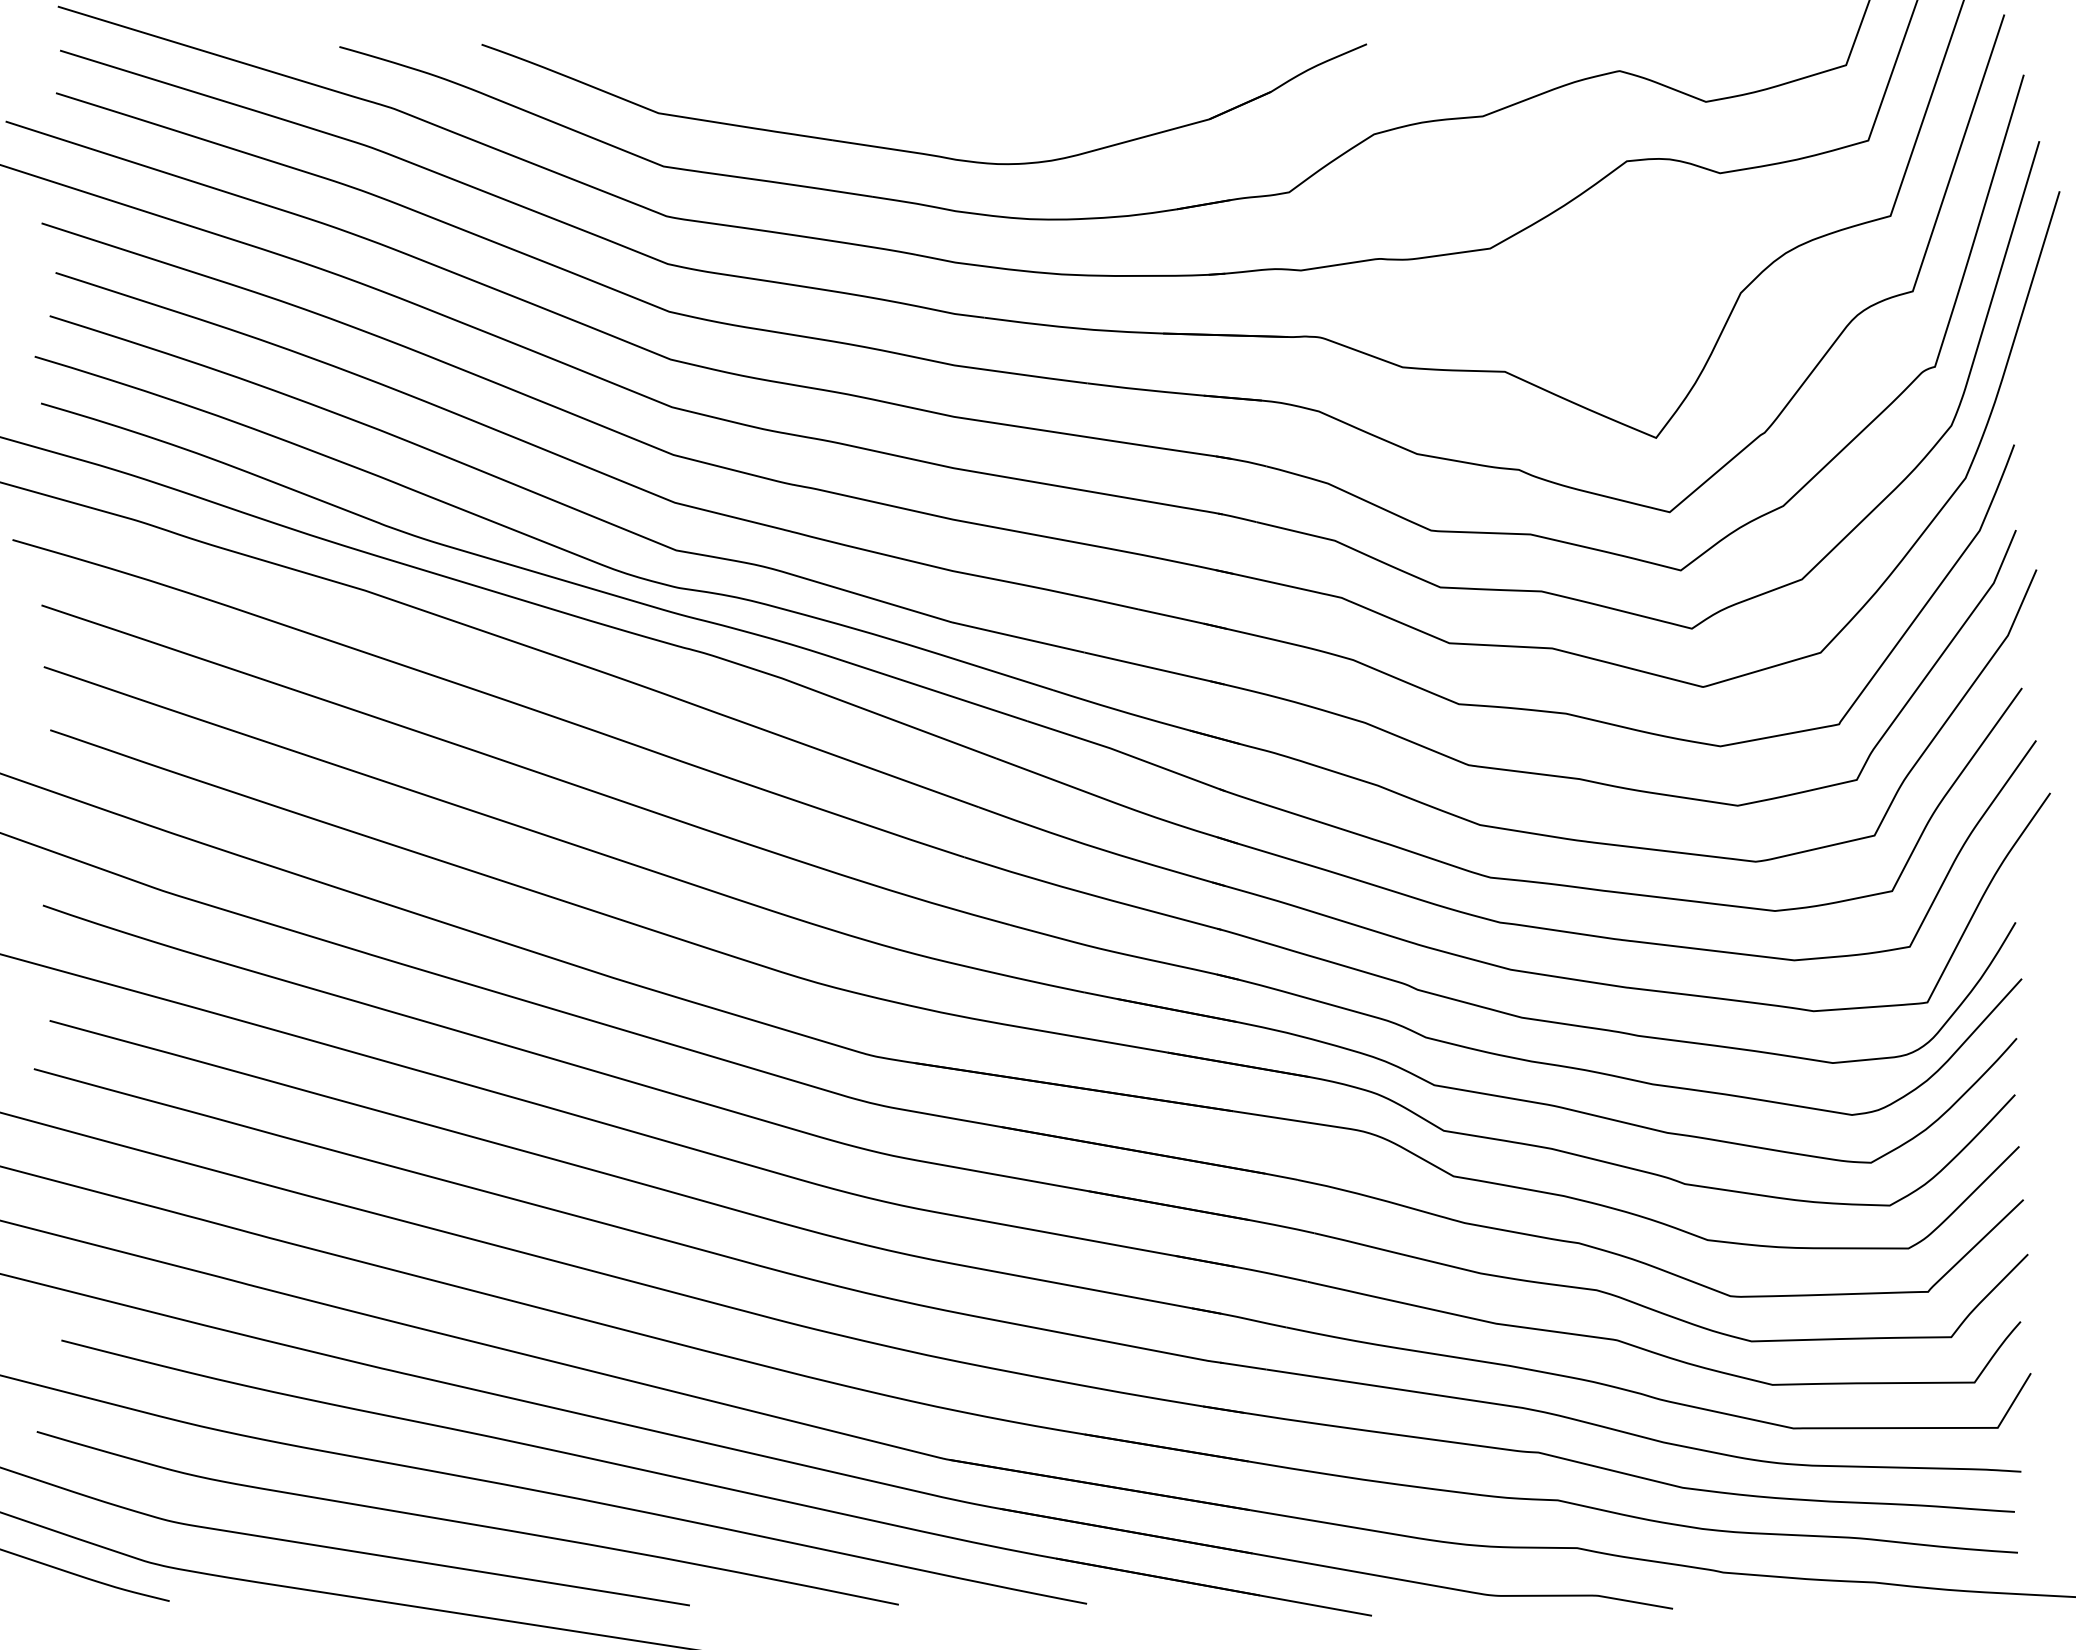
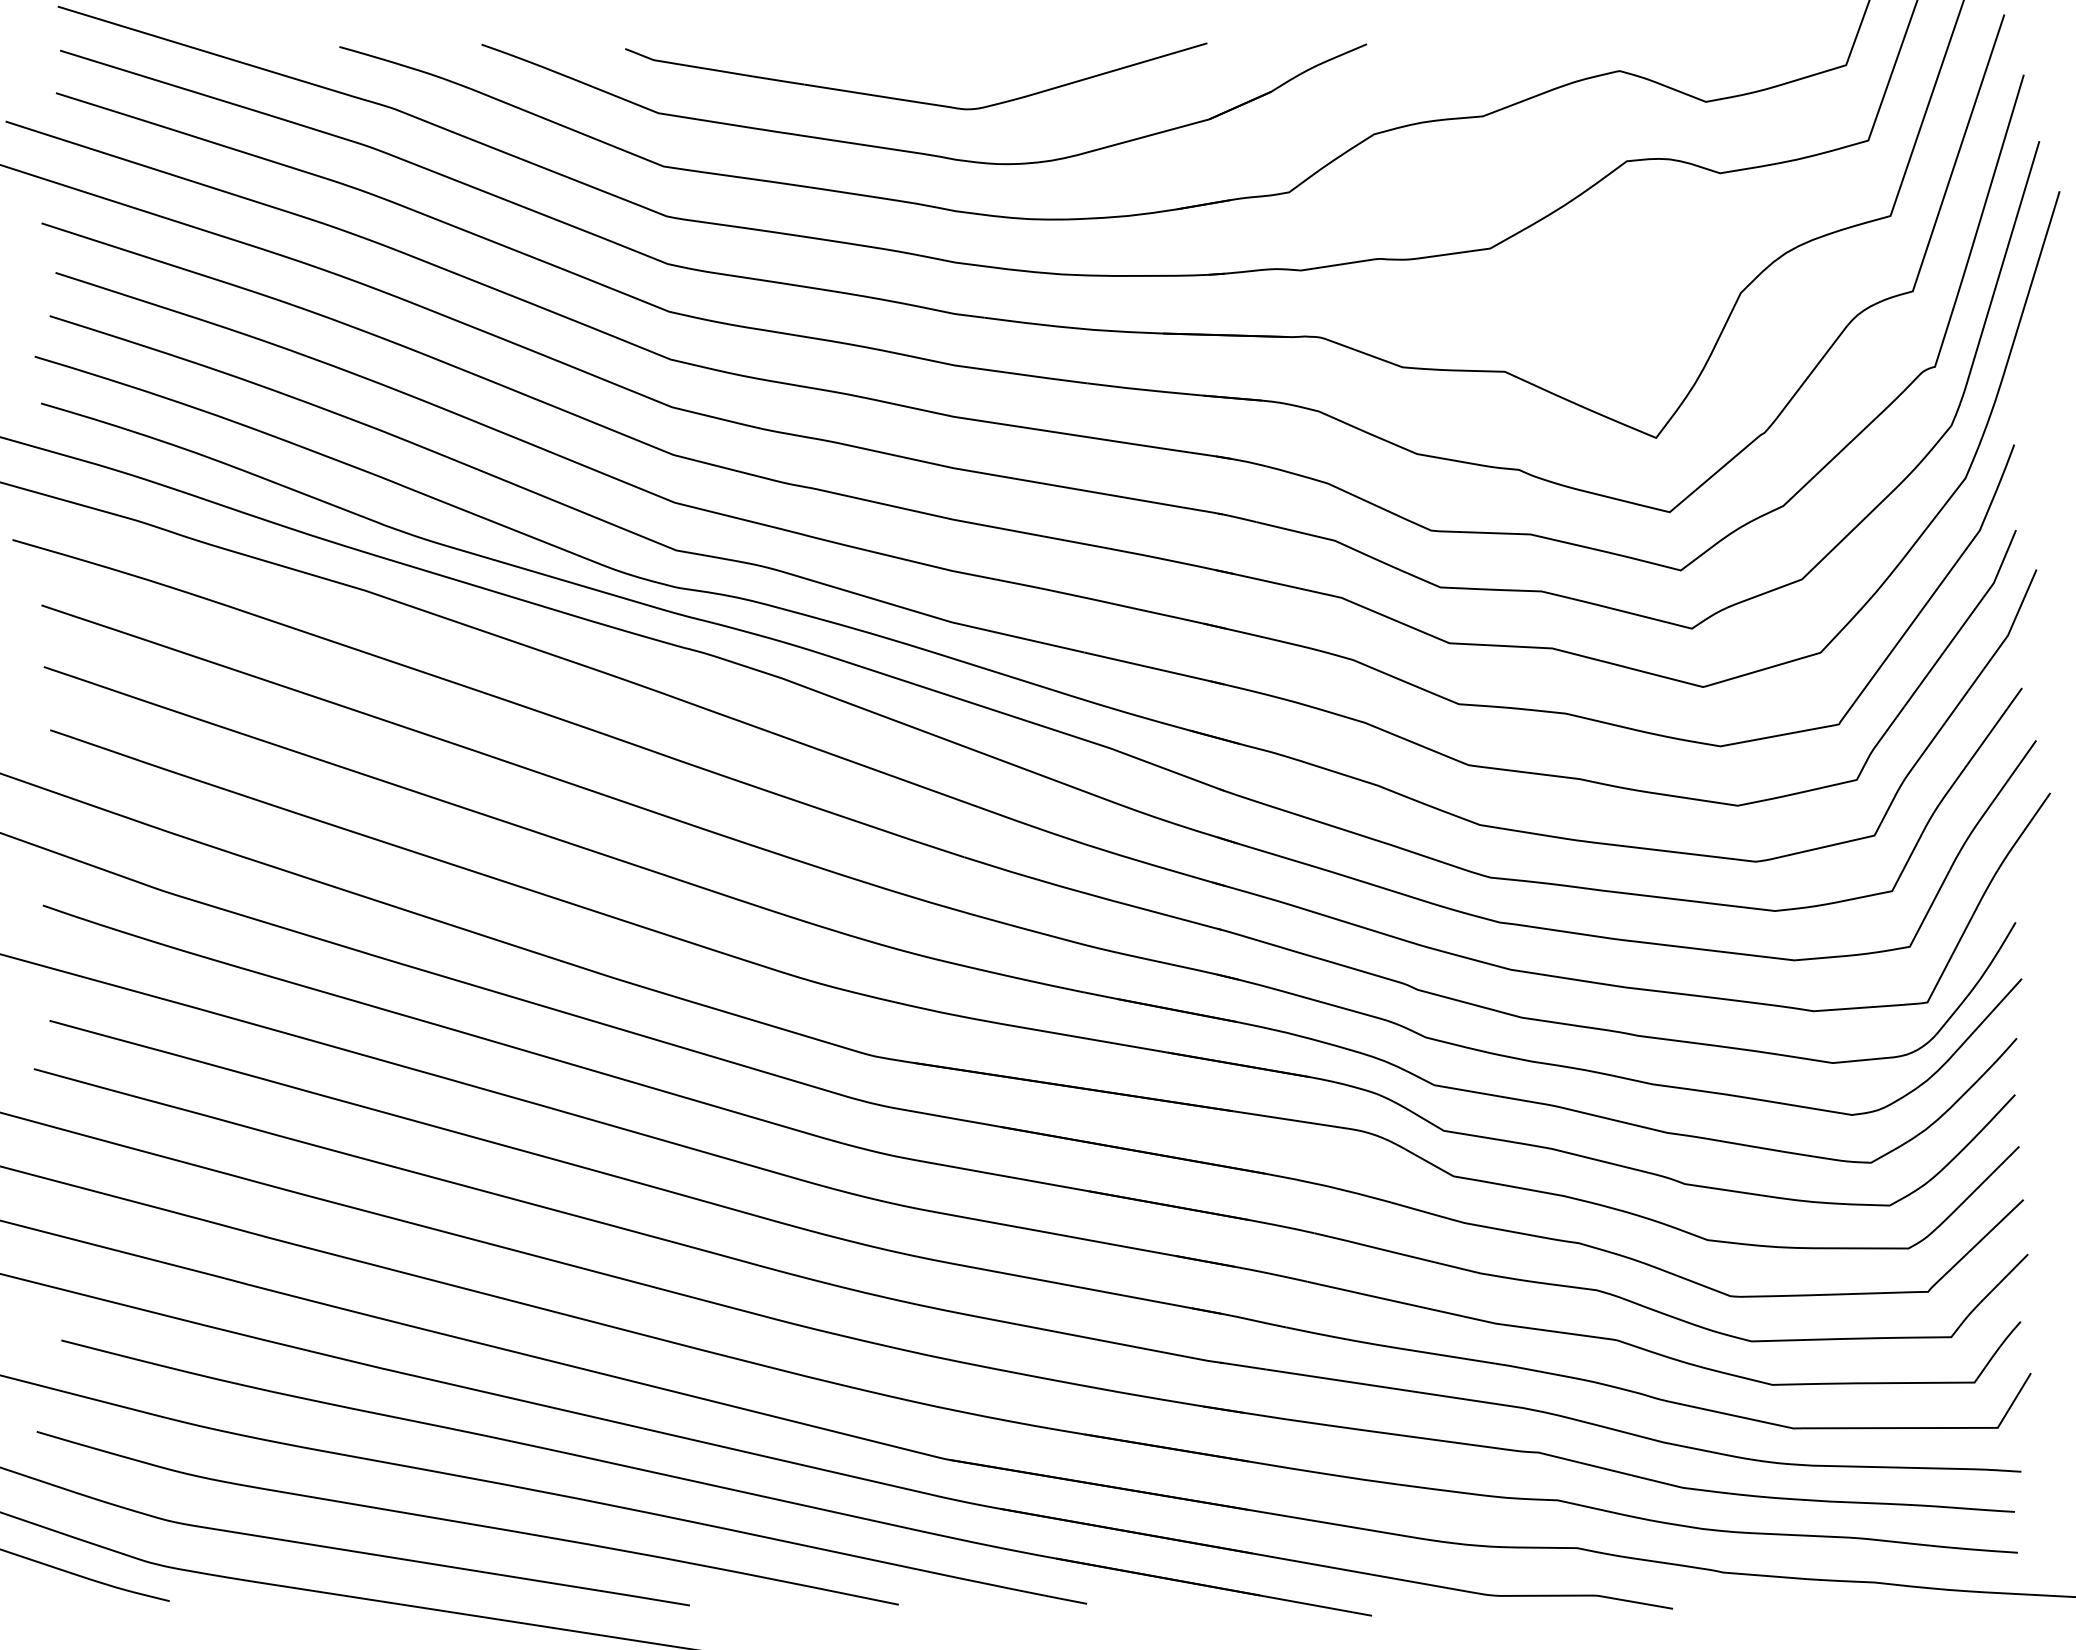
part at (914, 100): none -> present
